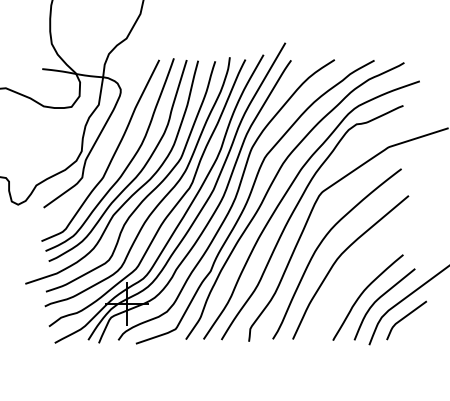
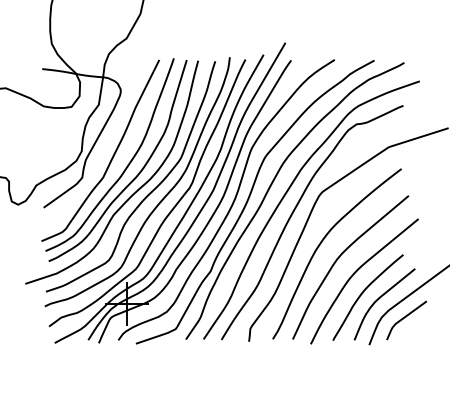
curve at (356, 272): none -> present
